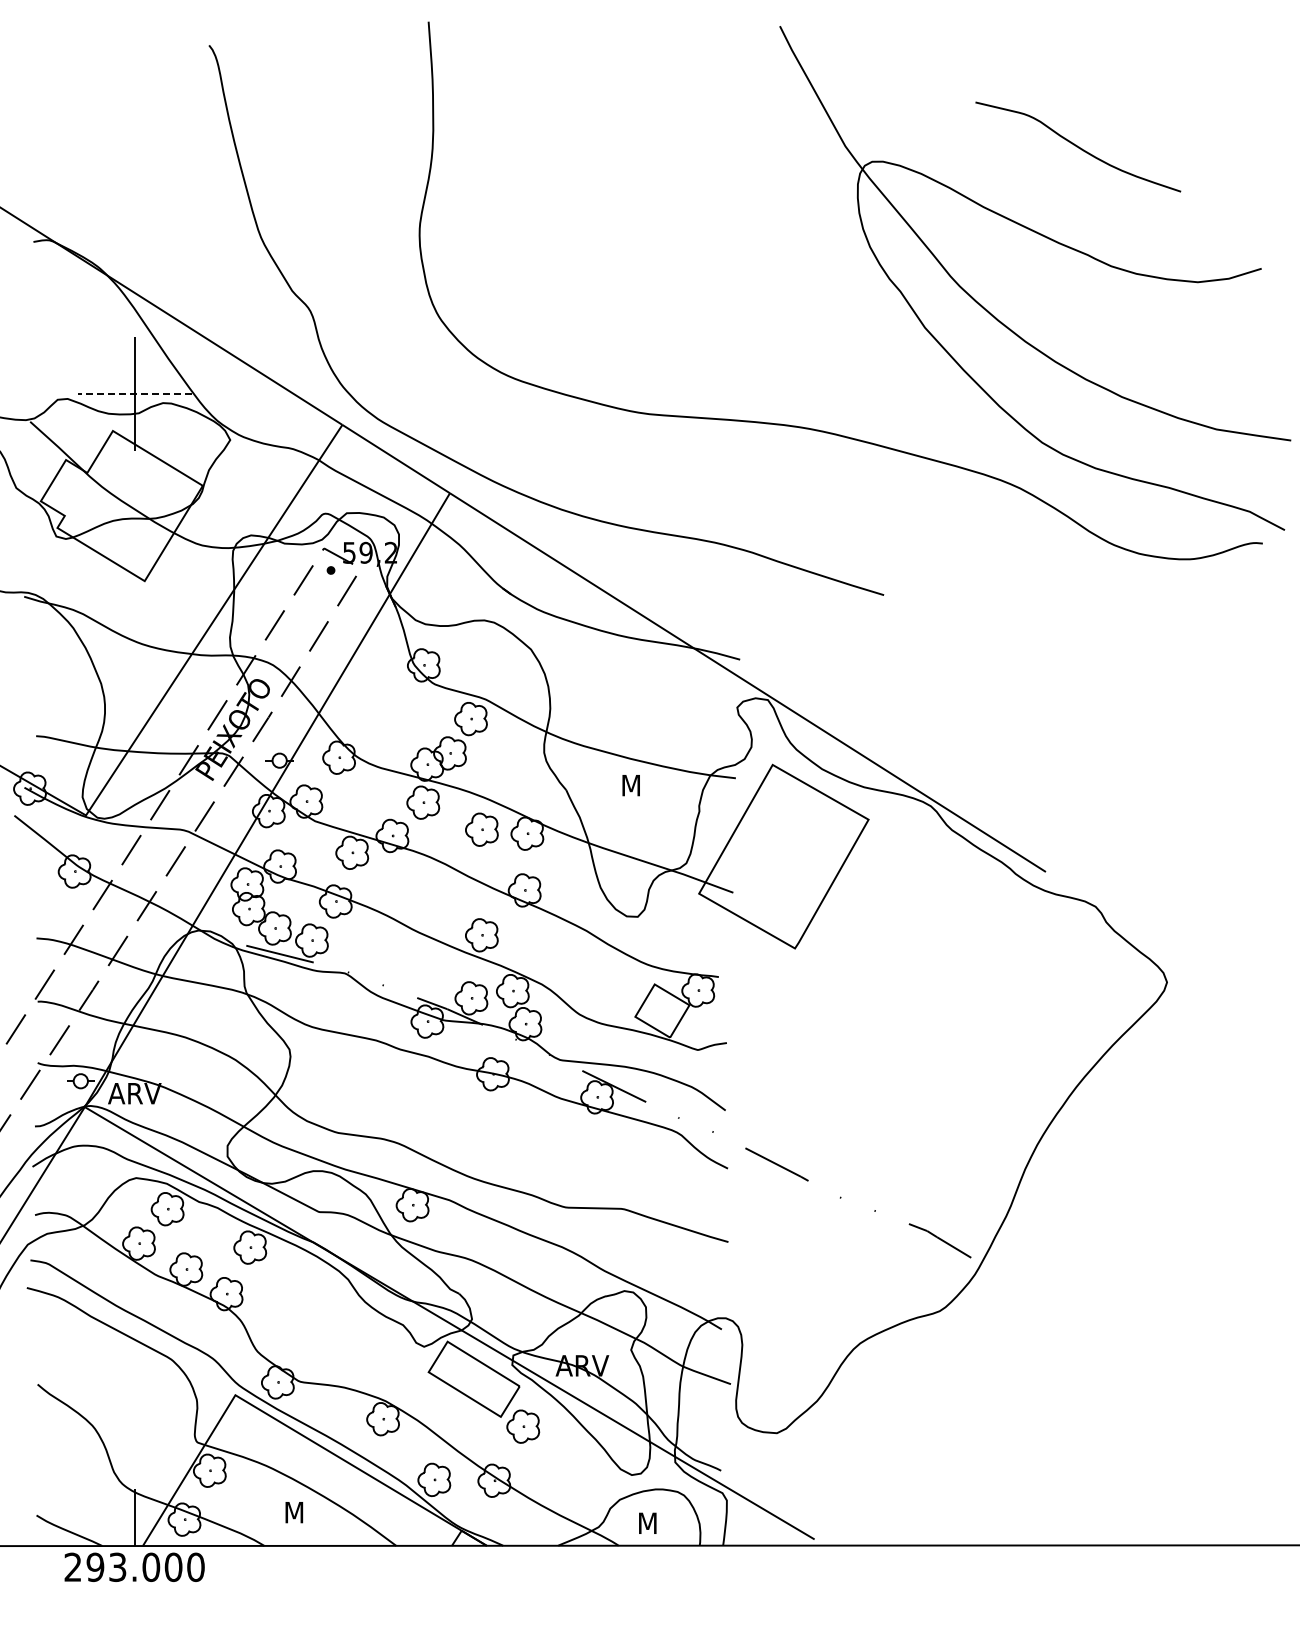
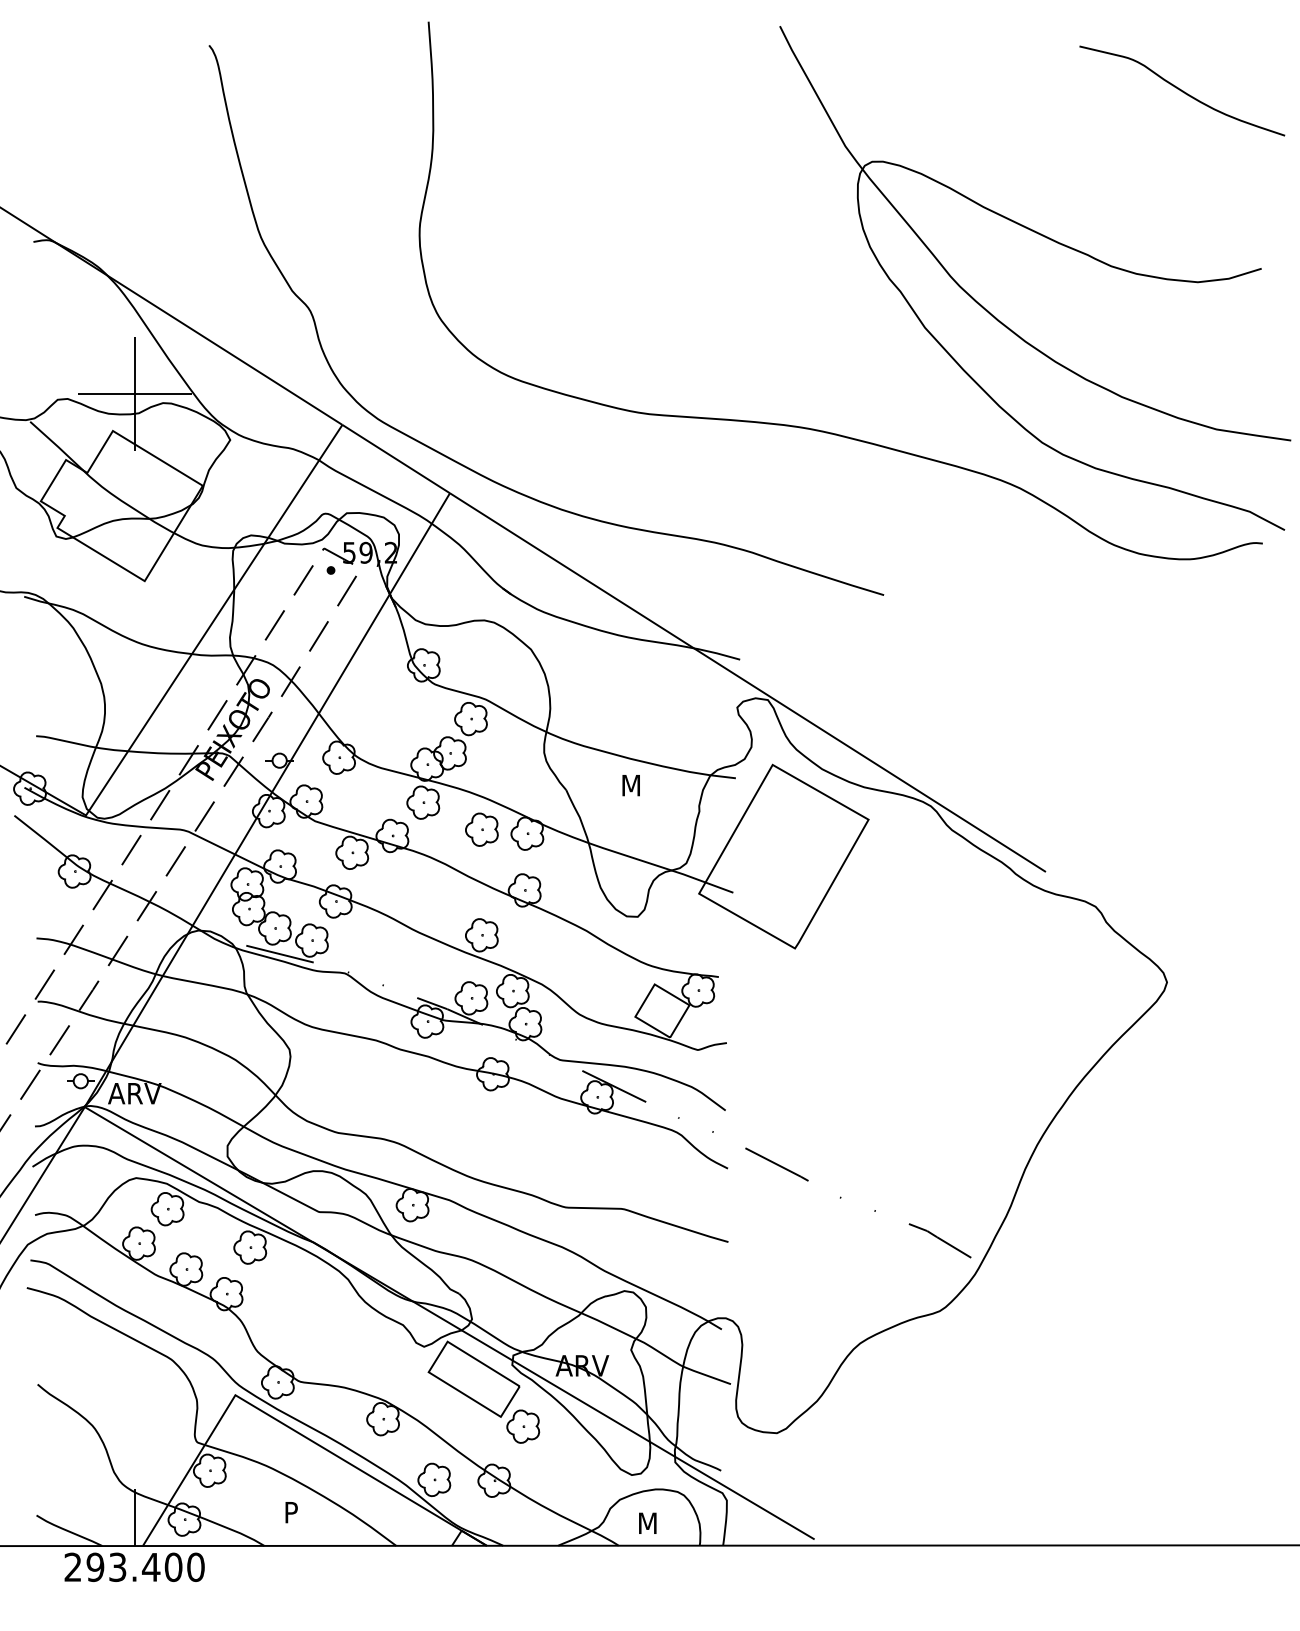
curve at (1078, 146) position: (1078, 146) -> (1182, 90)
line at (134, 393): dashed -> solid
text at (295, 1512): M -> P
text at (151, 1567): 293.000 -> 293.400
